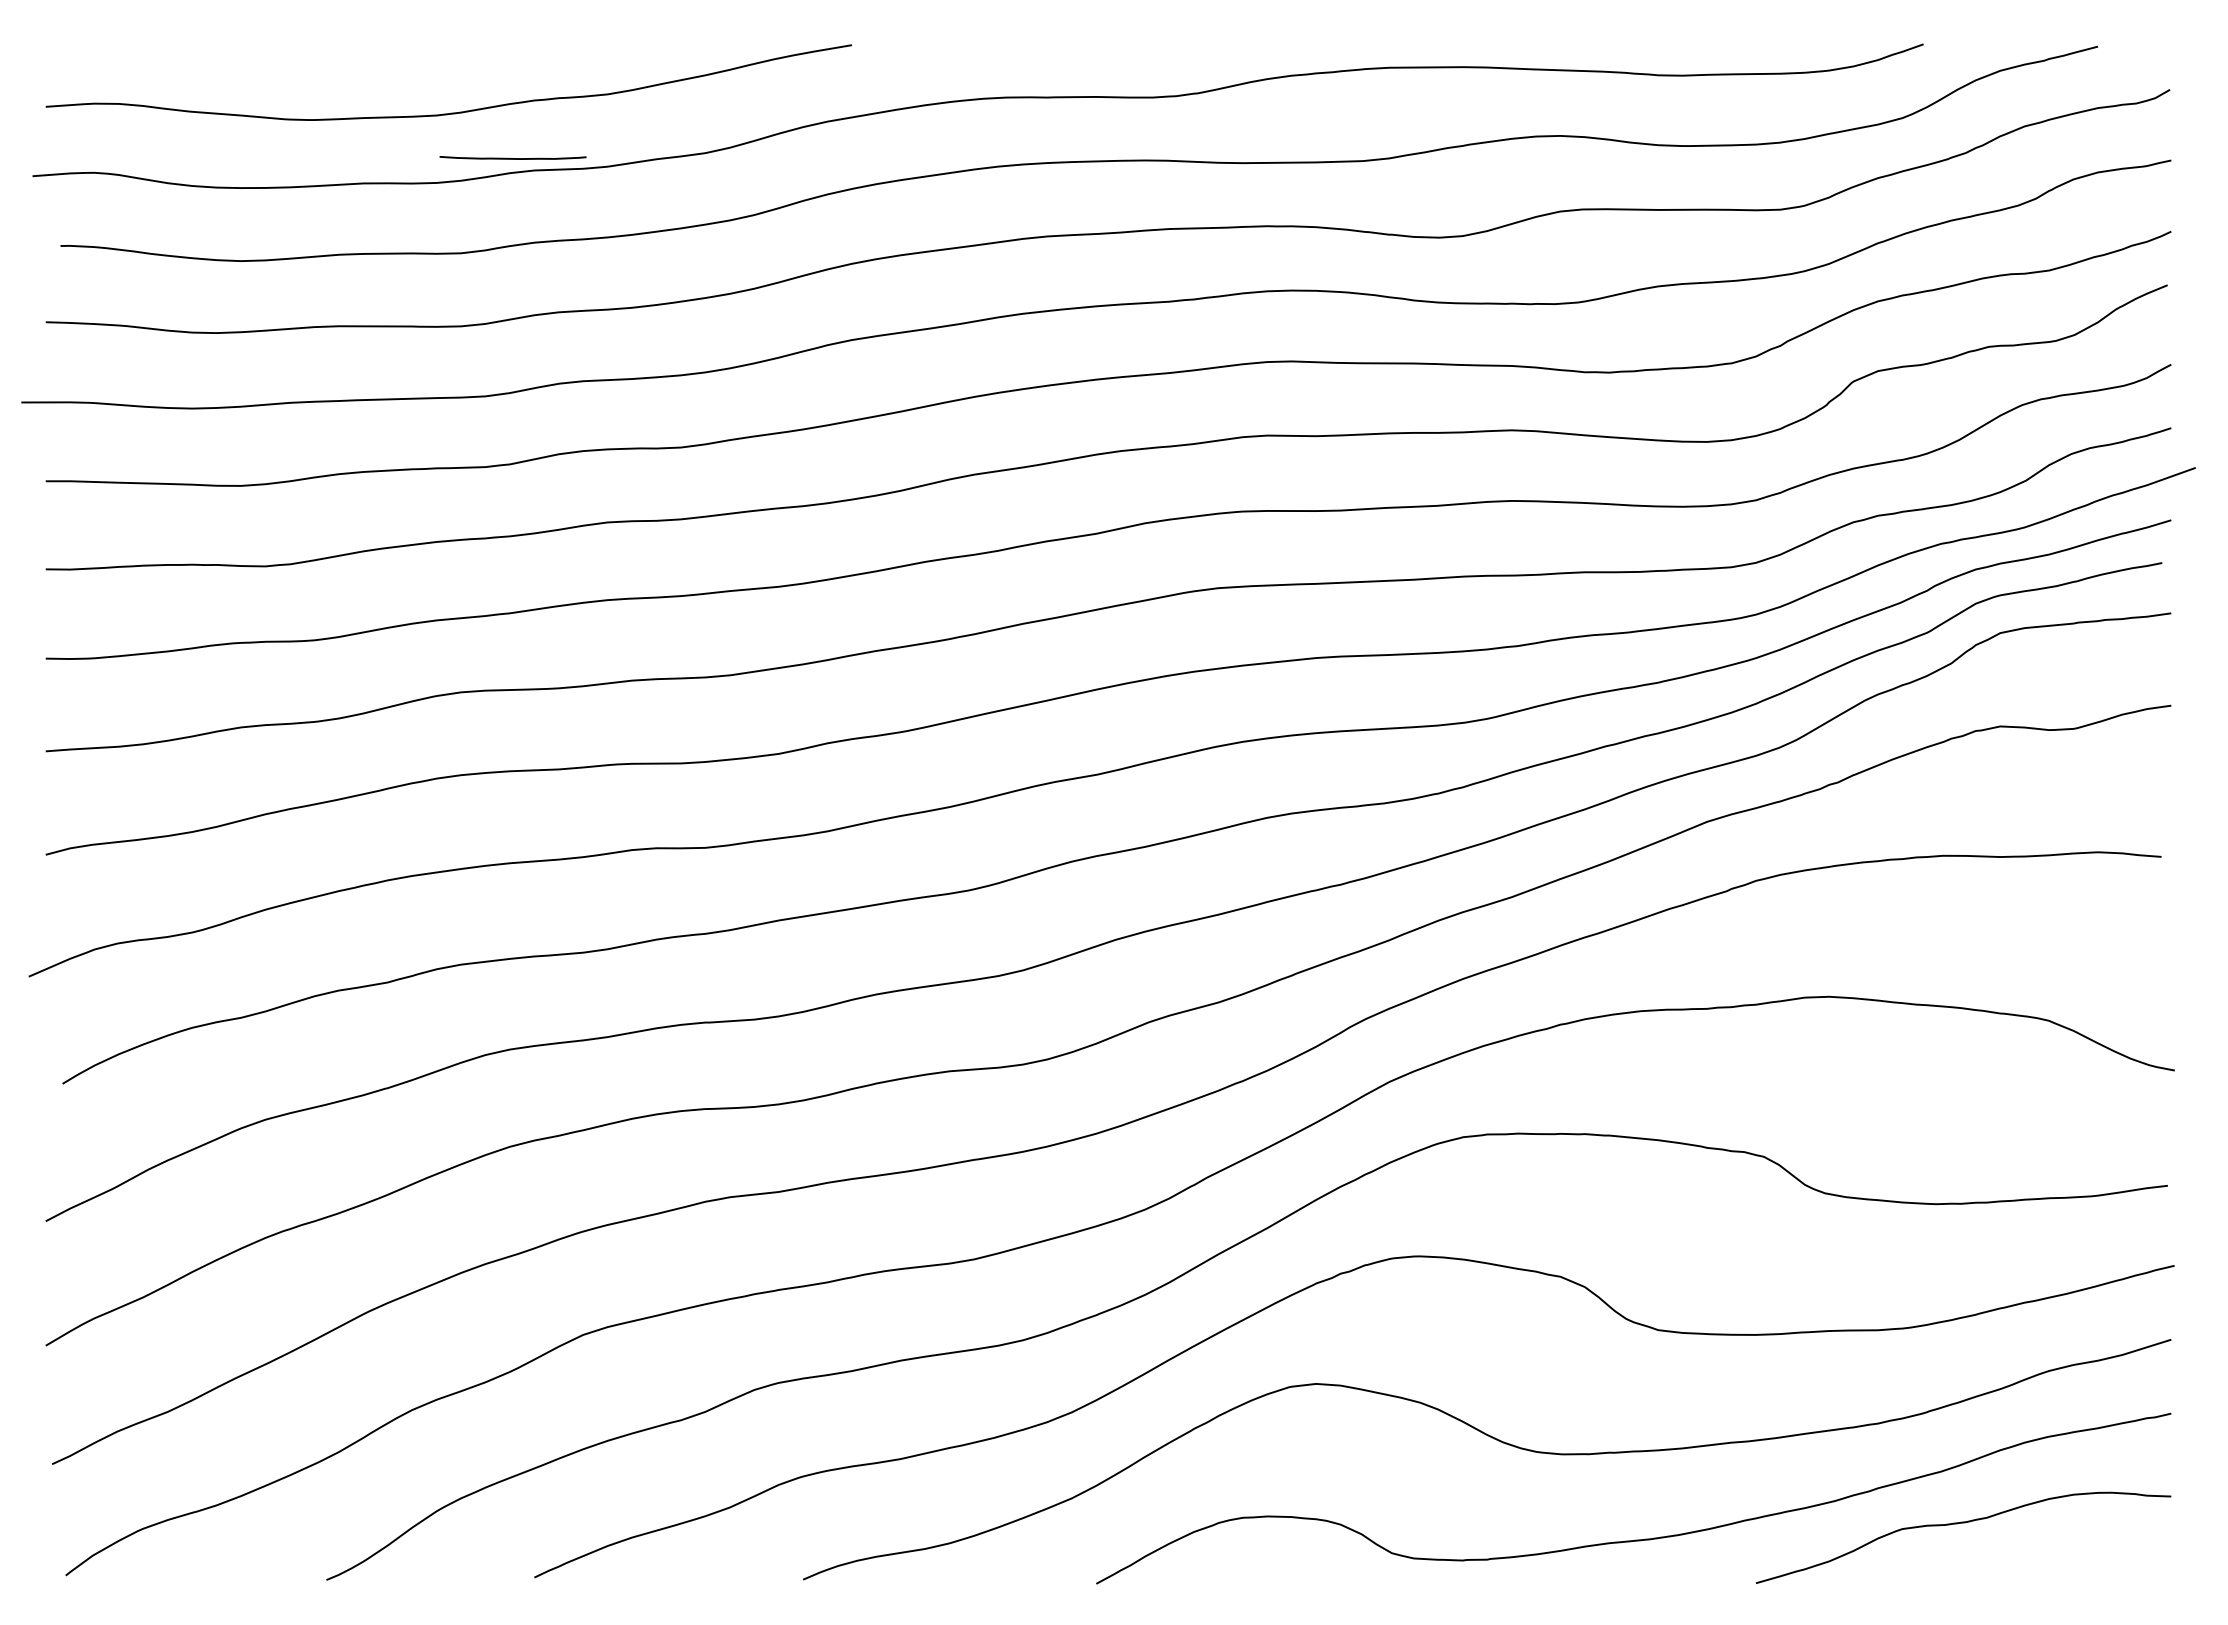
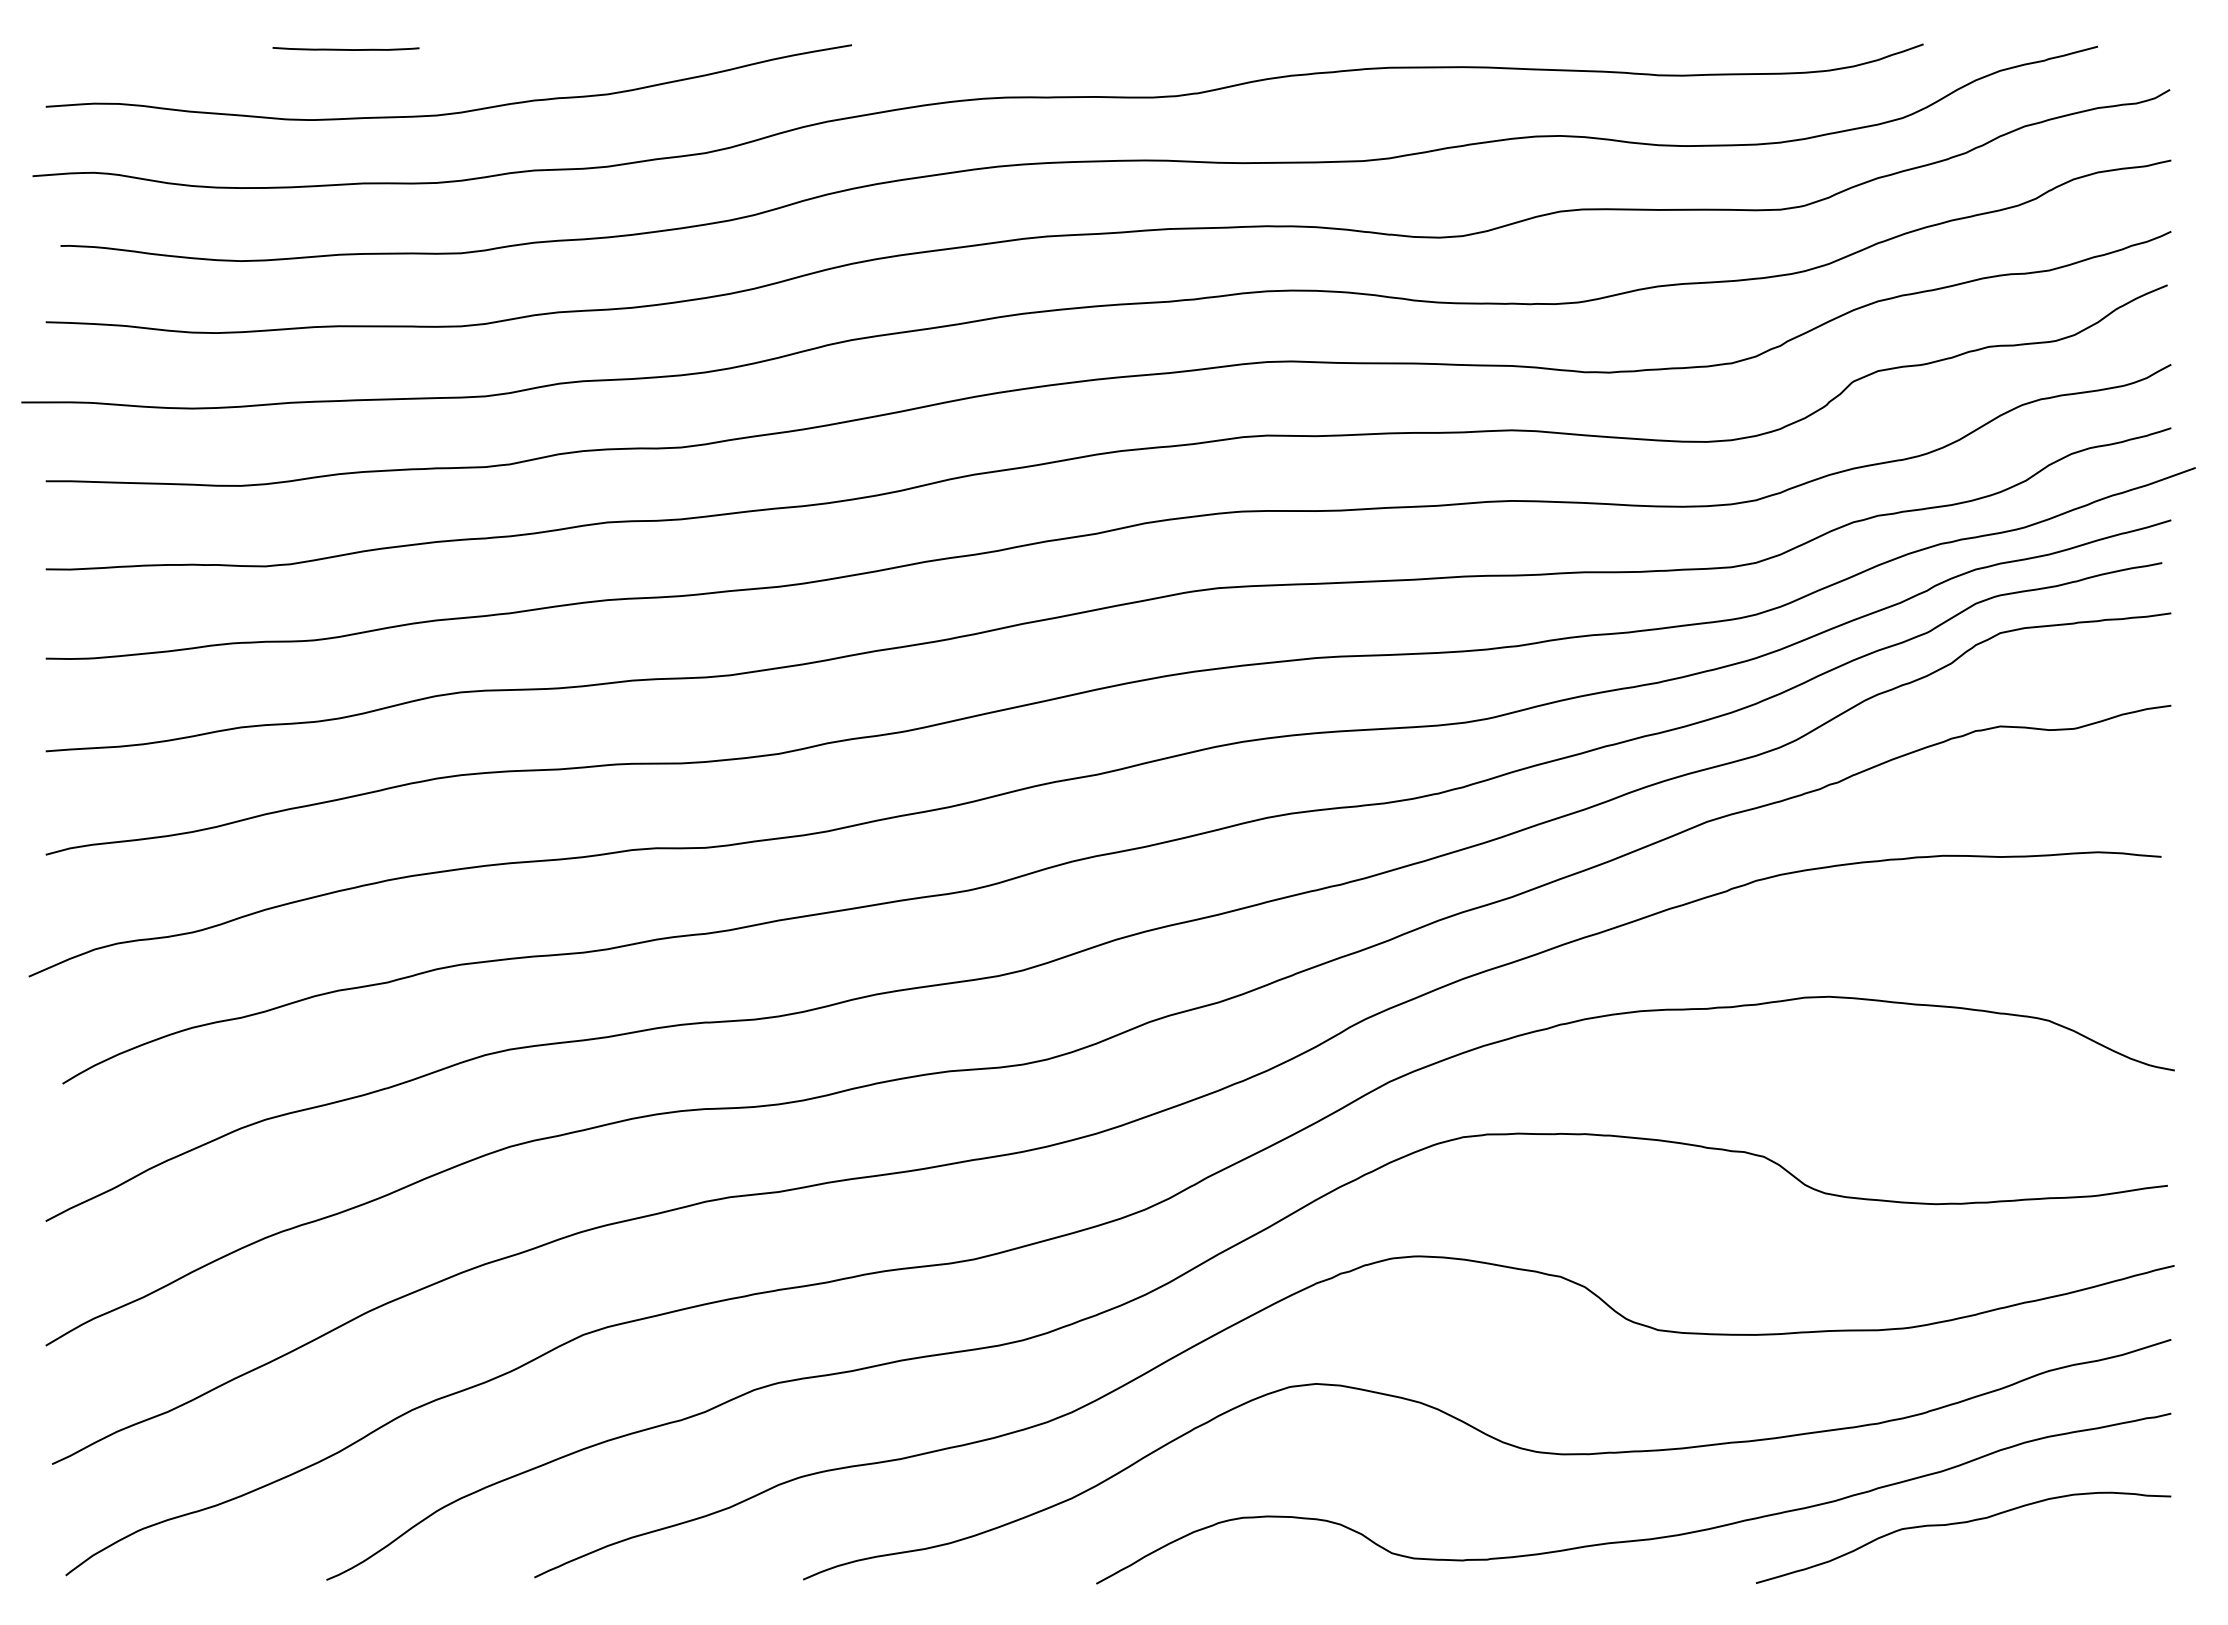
curve at (512, 158) position: (512, 158) -> (345, 49)
